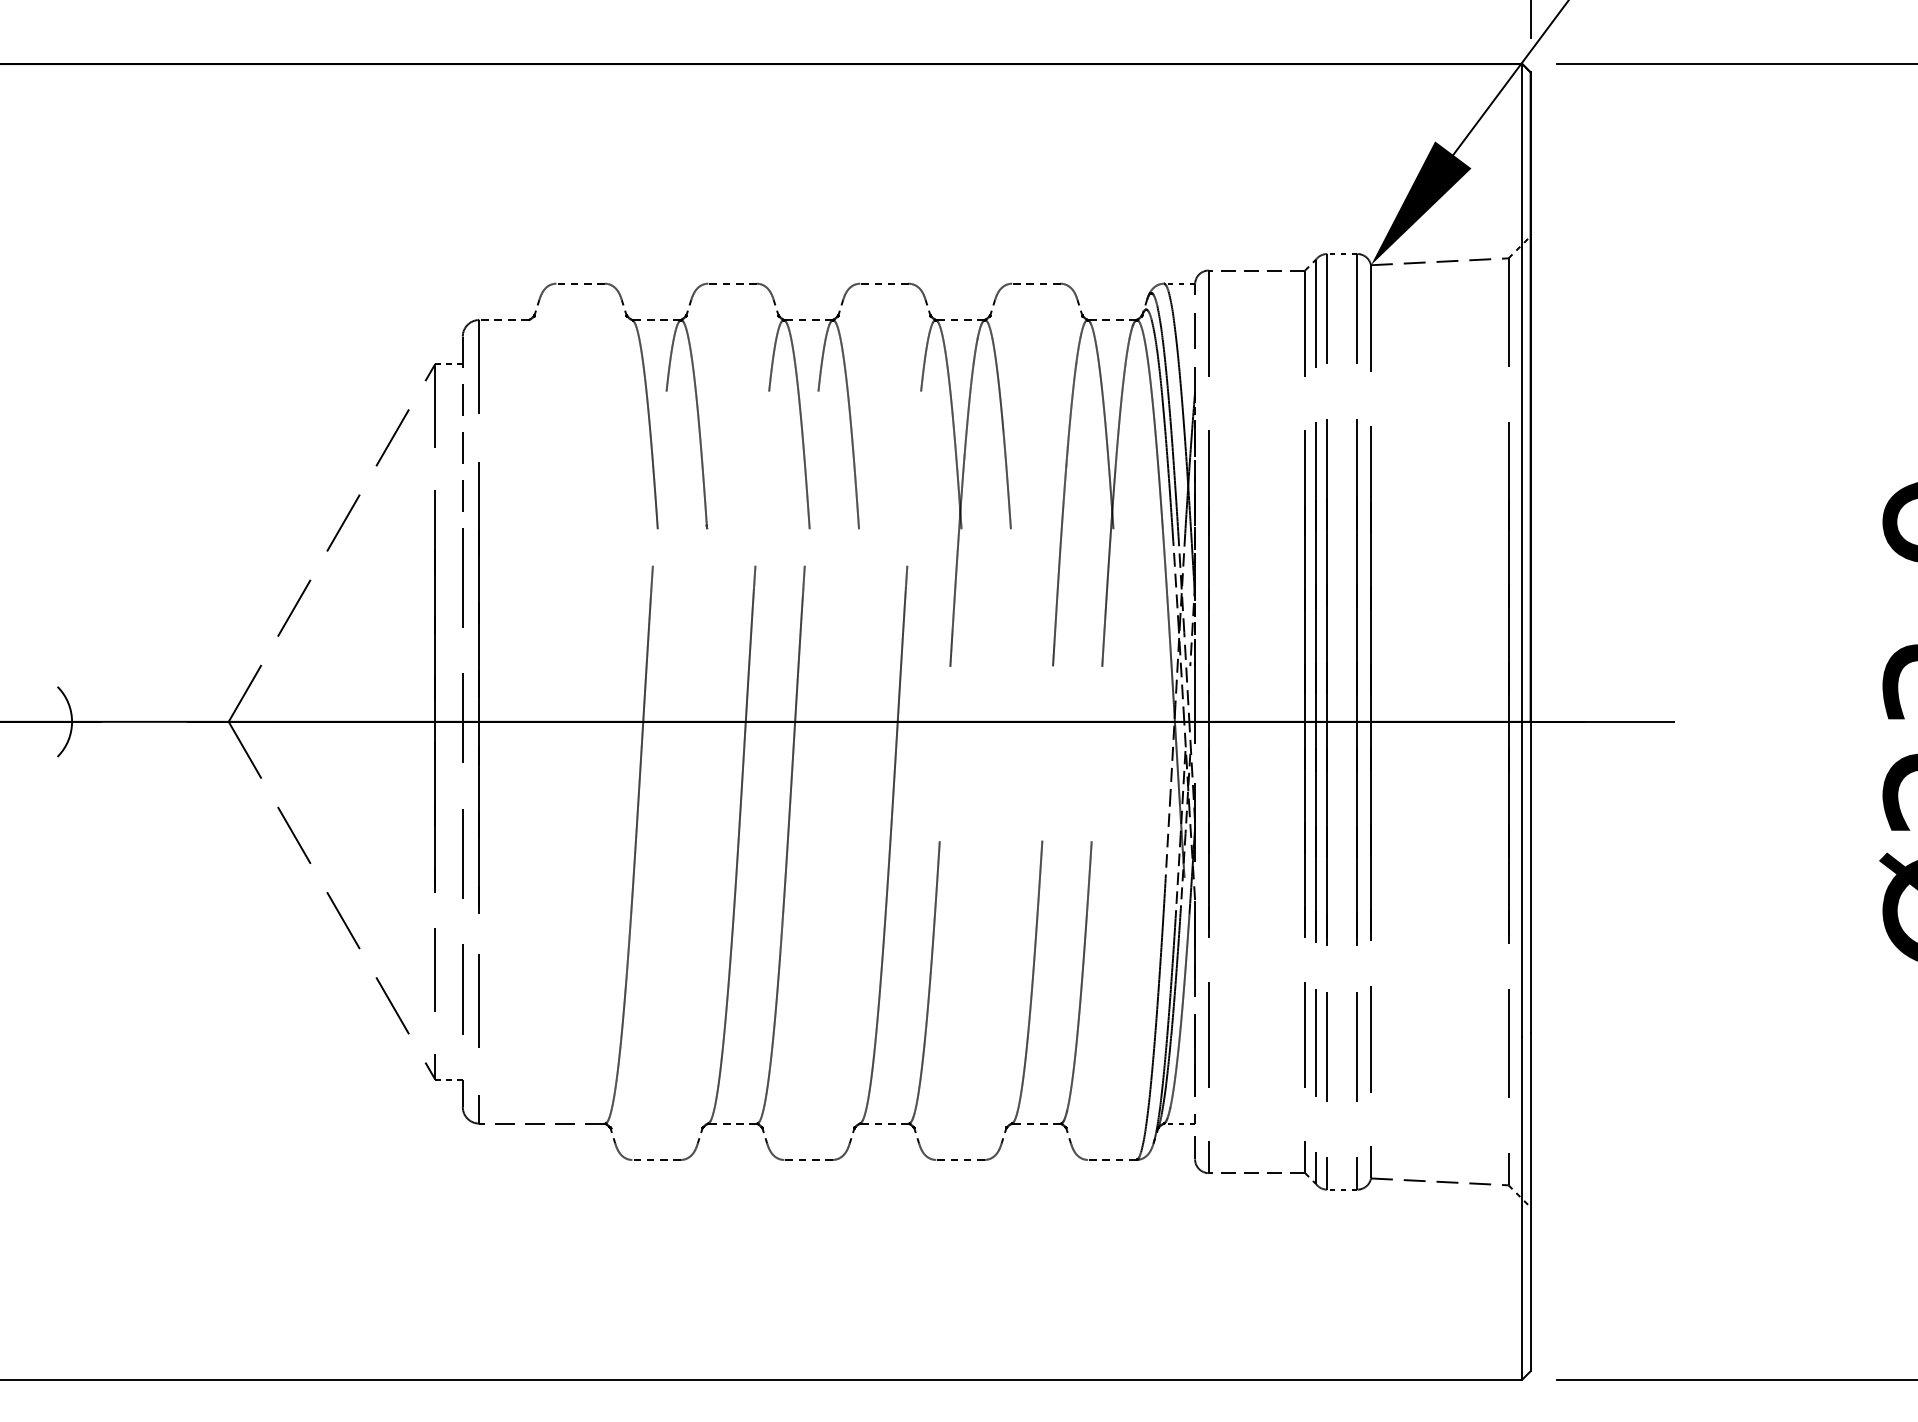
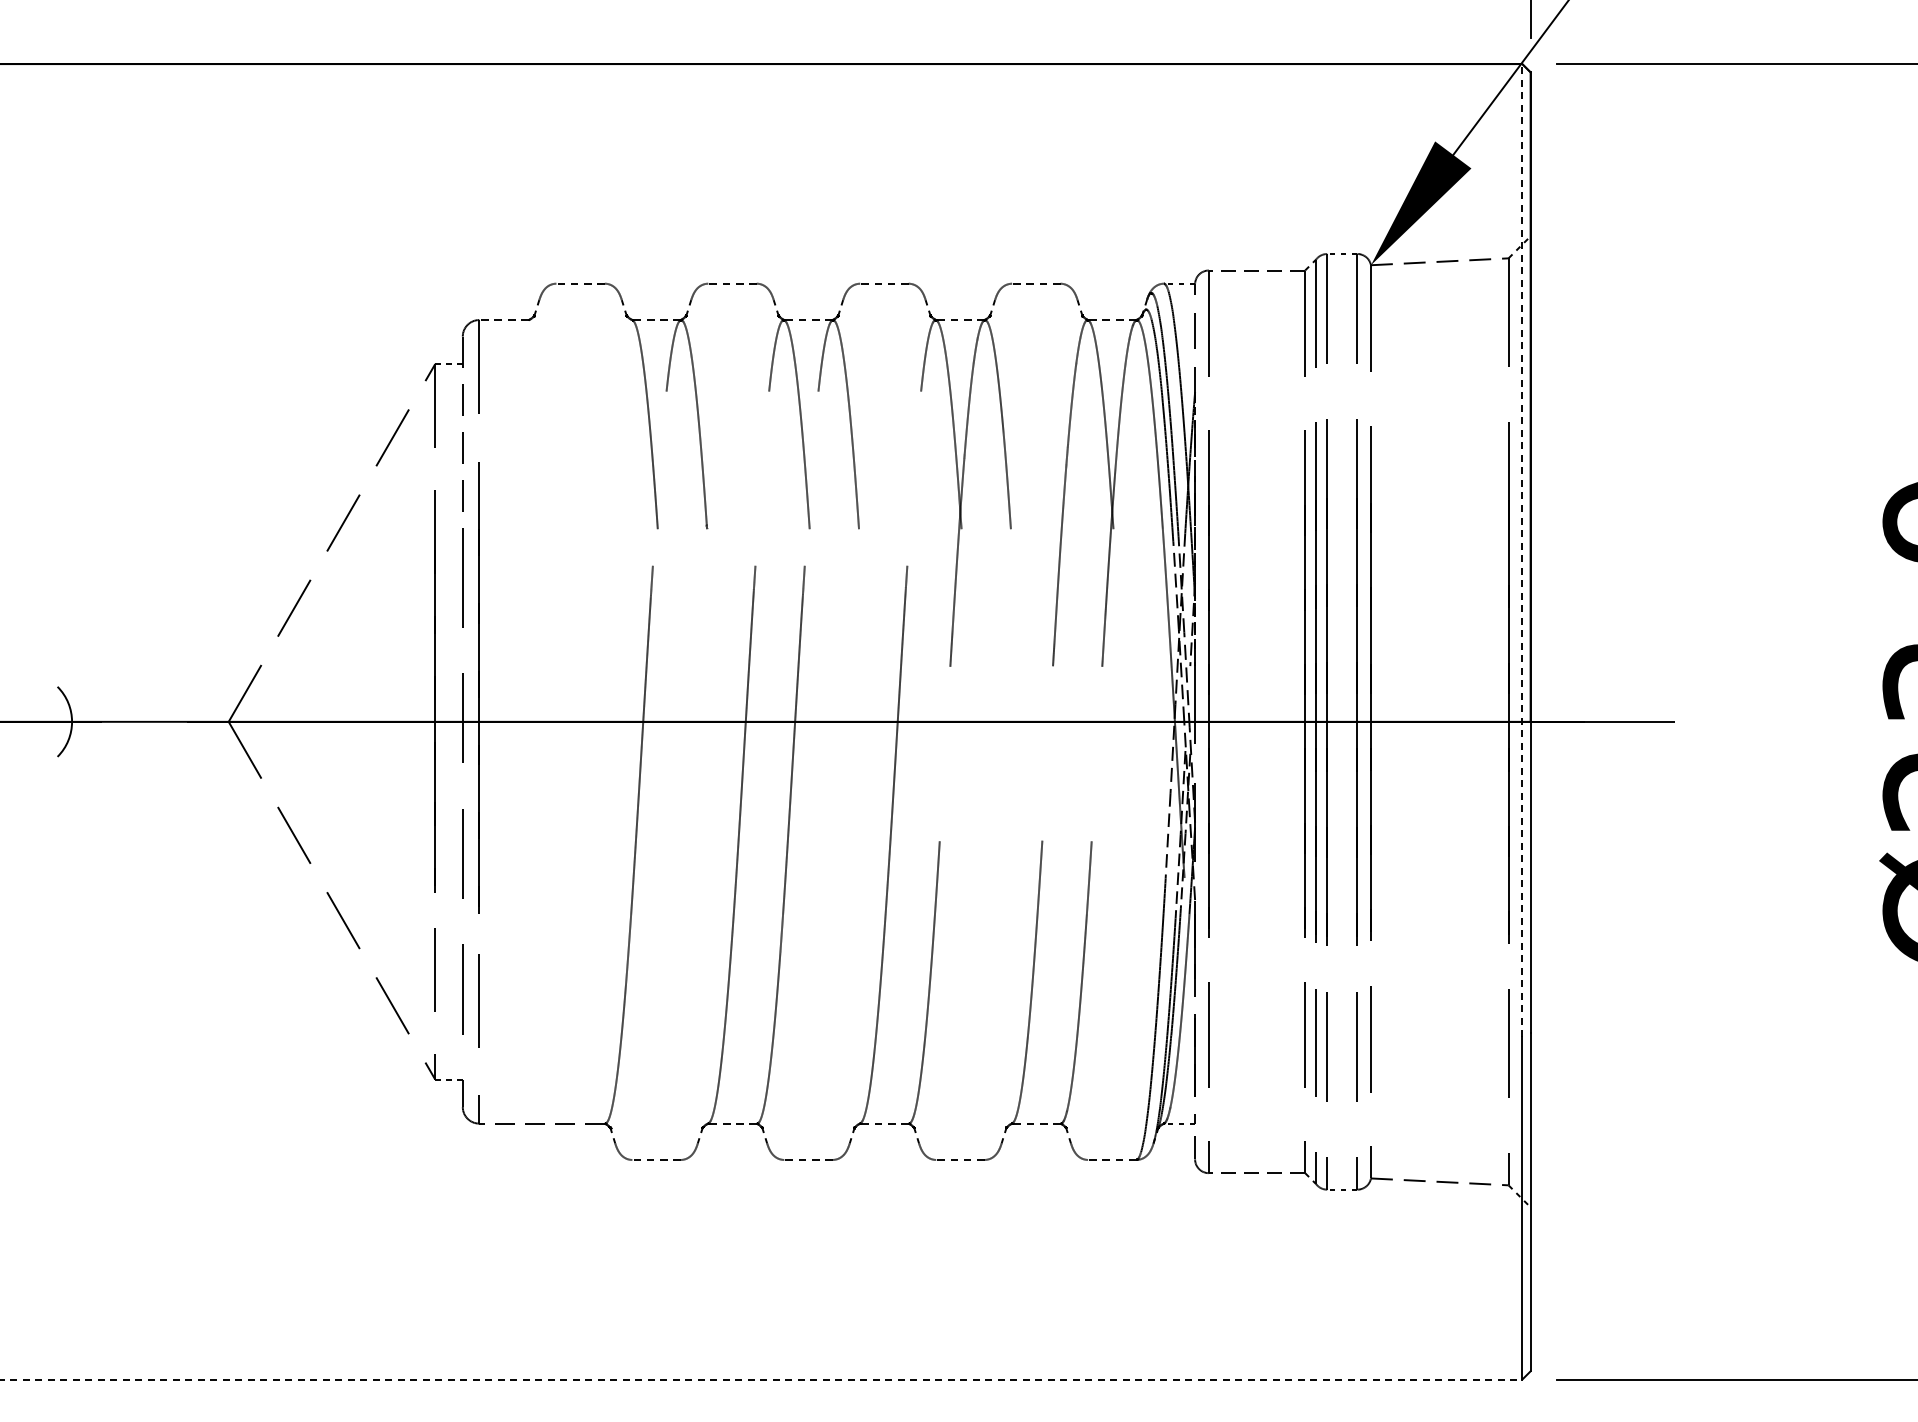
line at (1522, 550): solid -> dashed
line at (761, 1379): solid -> dashed
